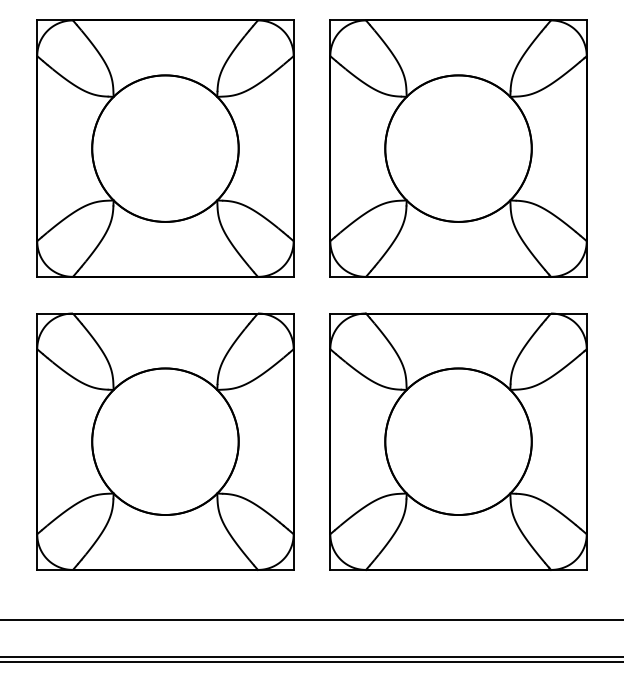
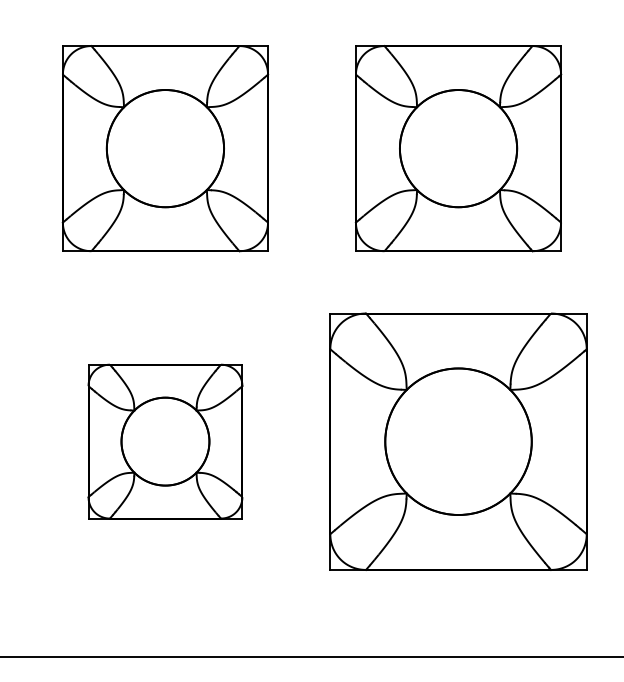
part at (165, 148) size: 259x259 px -> 209x208 px
part at (458, 148) size: 259x259 px -> 209x208 px
part at (165, 441) size: 259x259 px -> 157x157 px
line at (311, 620): present -> none
line at (311, 661): present -> none
